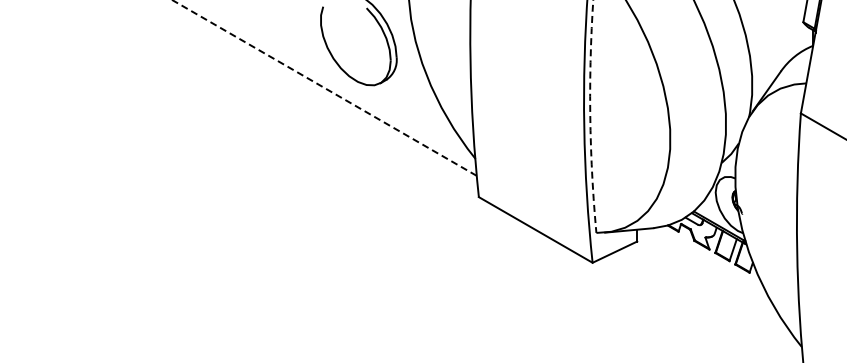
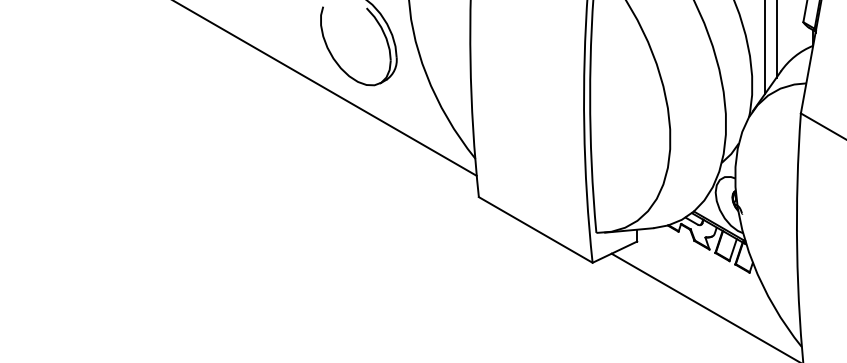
line at (776, 39): none -> present
line at (765, 47): none -> present
line at (324, 87): dashed -> solid
arc at (590, 117): dashed -> solid
line at (703, 306): none -> present
